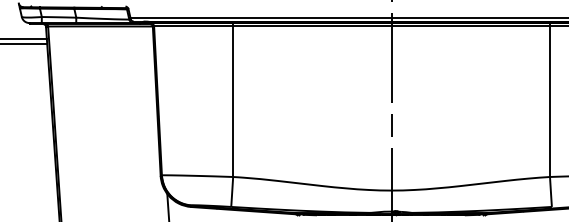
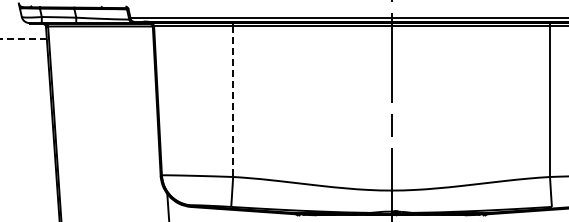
line at (23, 38): solid -> dashed
line at (24, 43): present -> none
line at (233, 102): solid -> dashed
